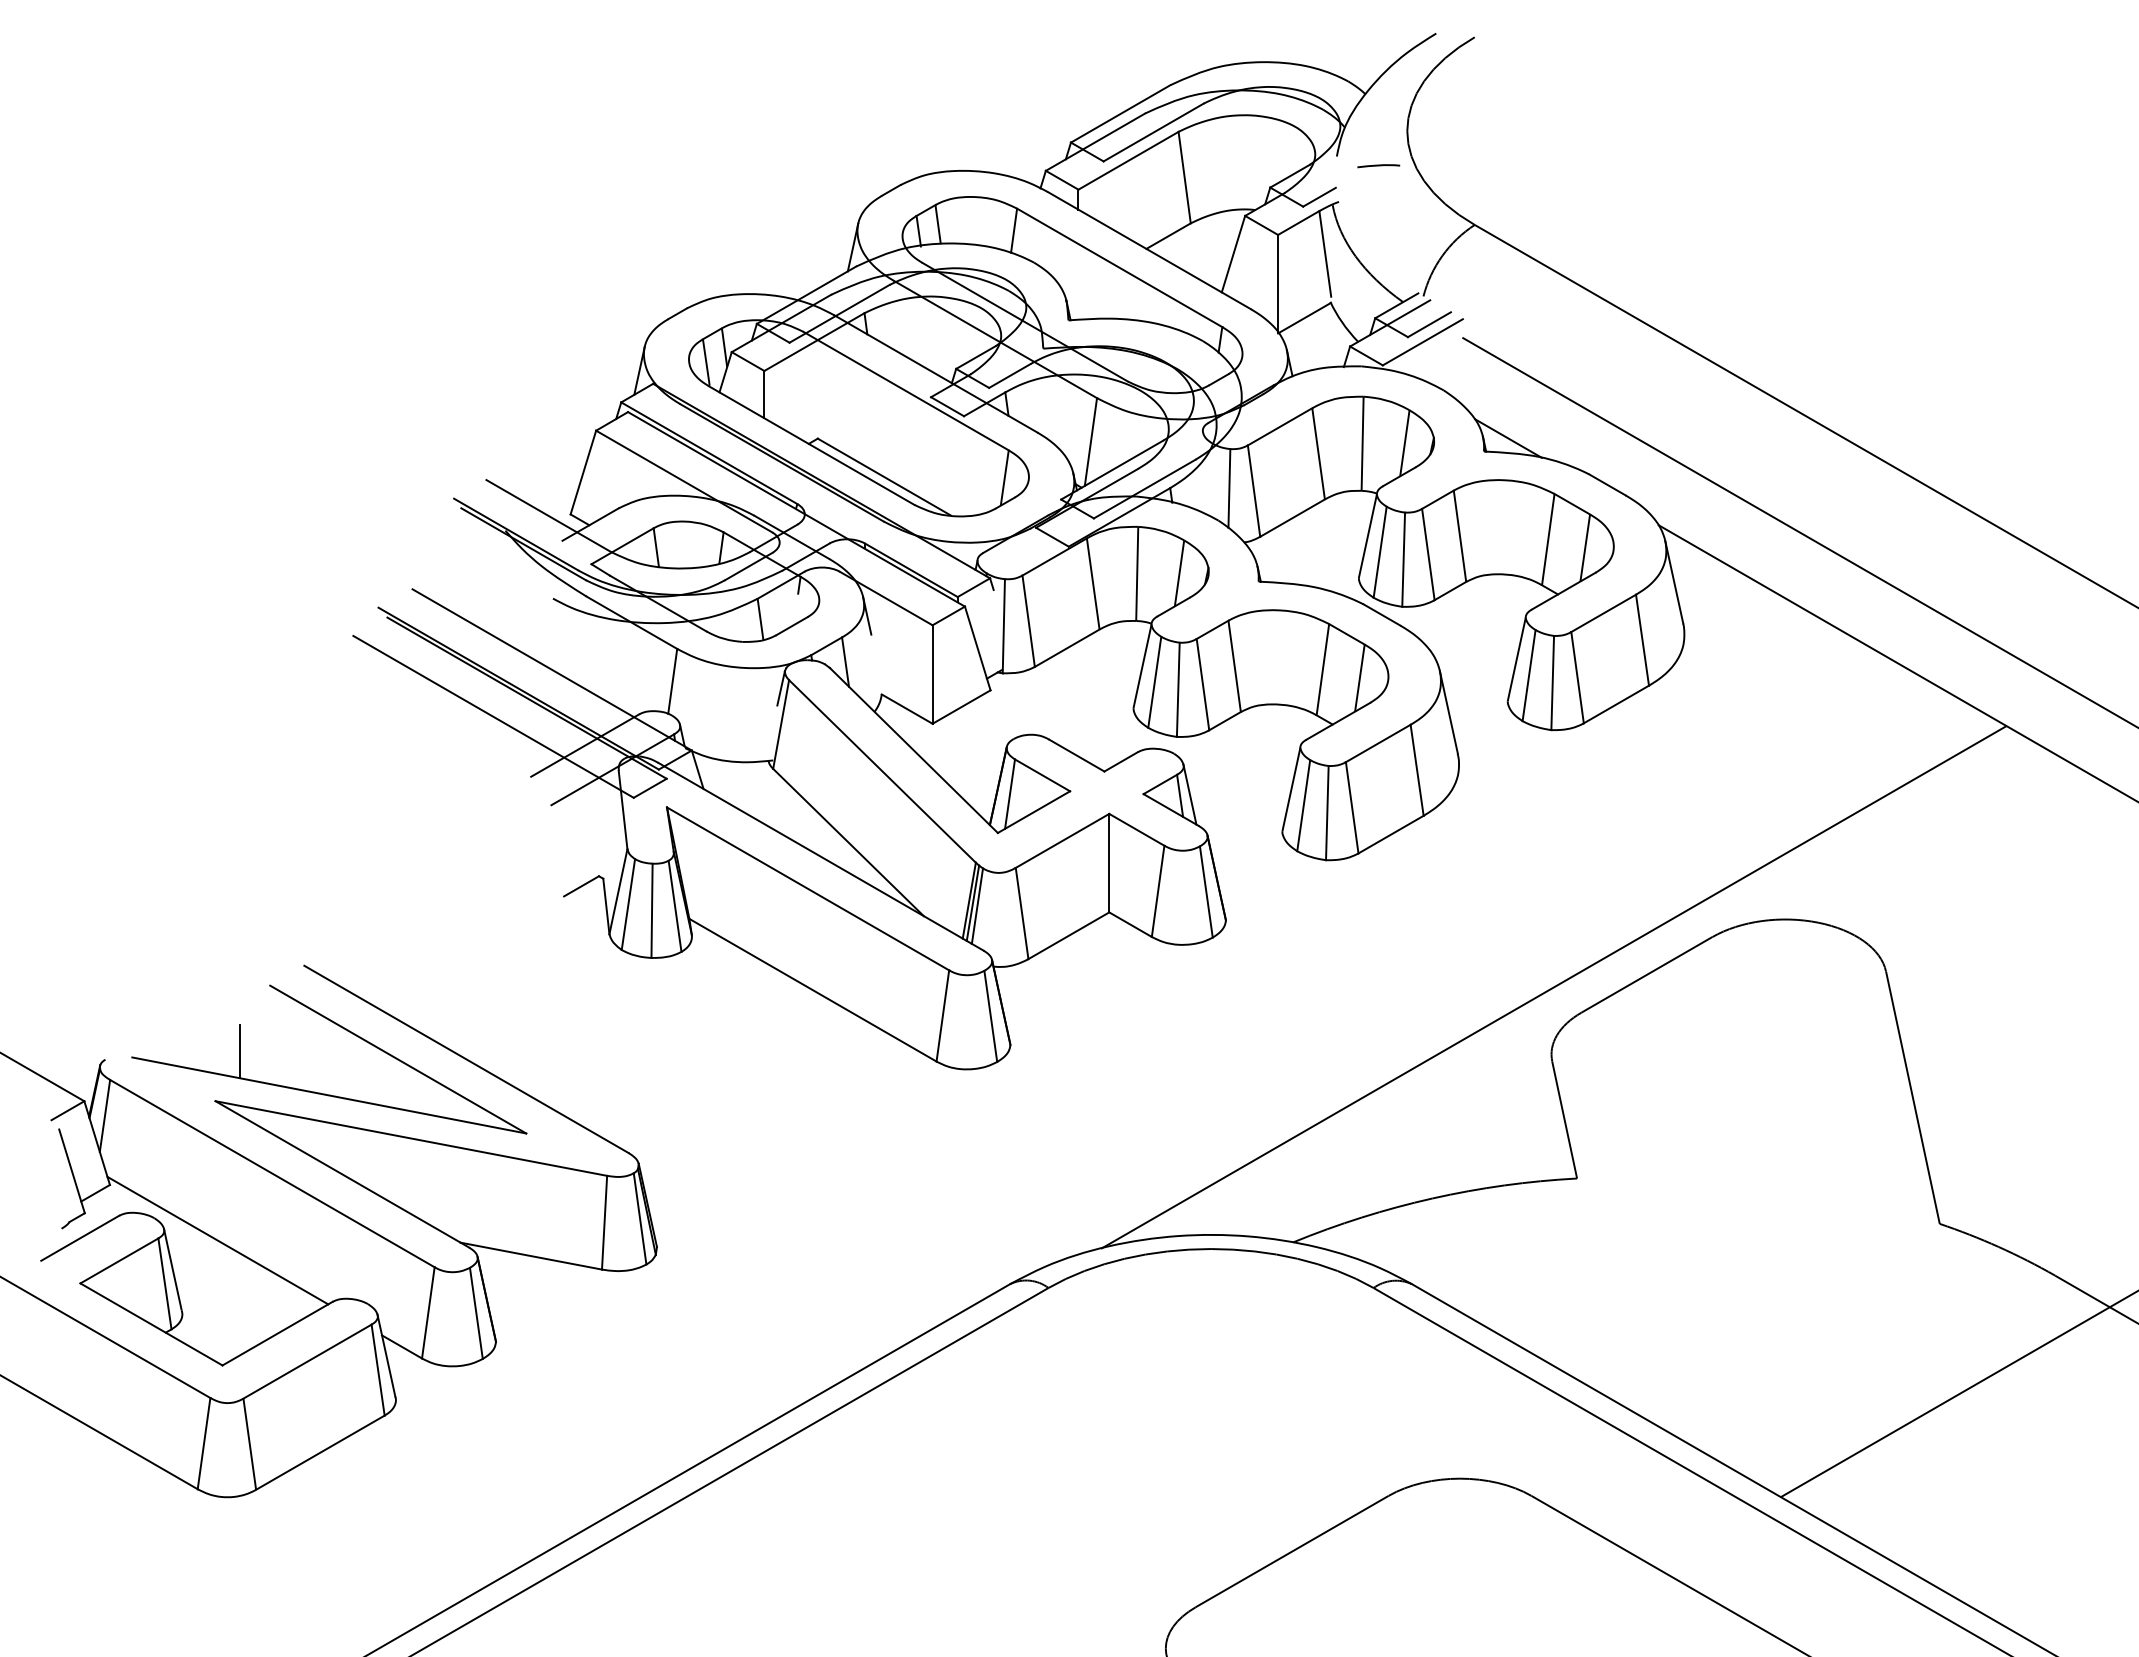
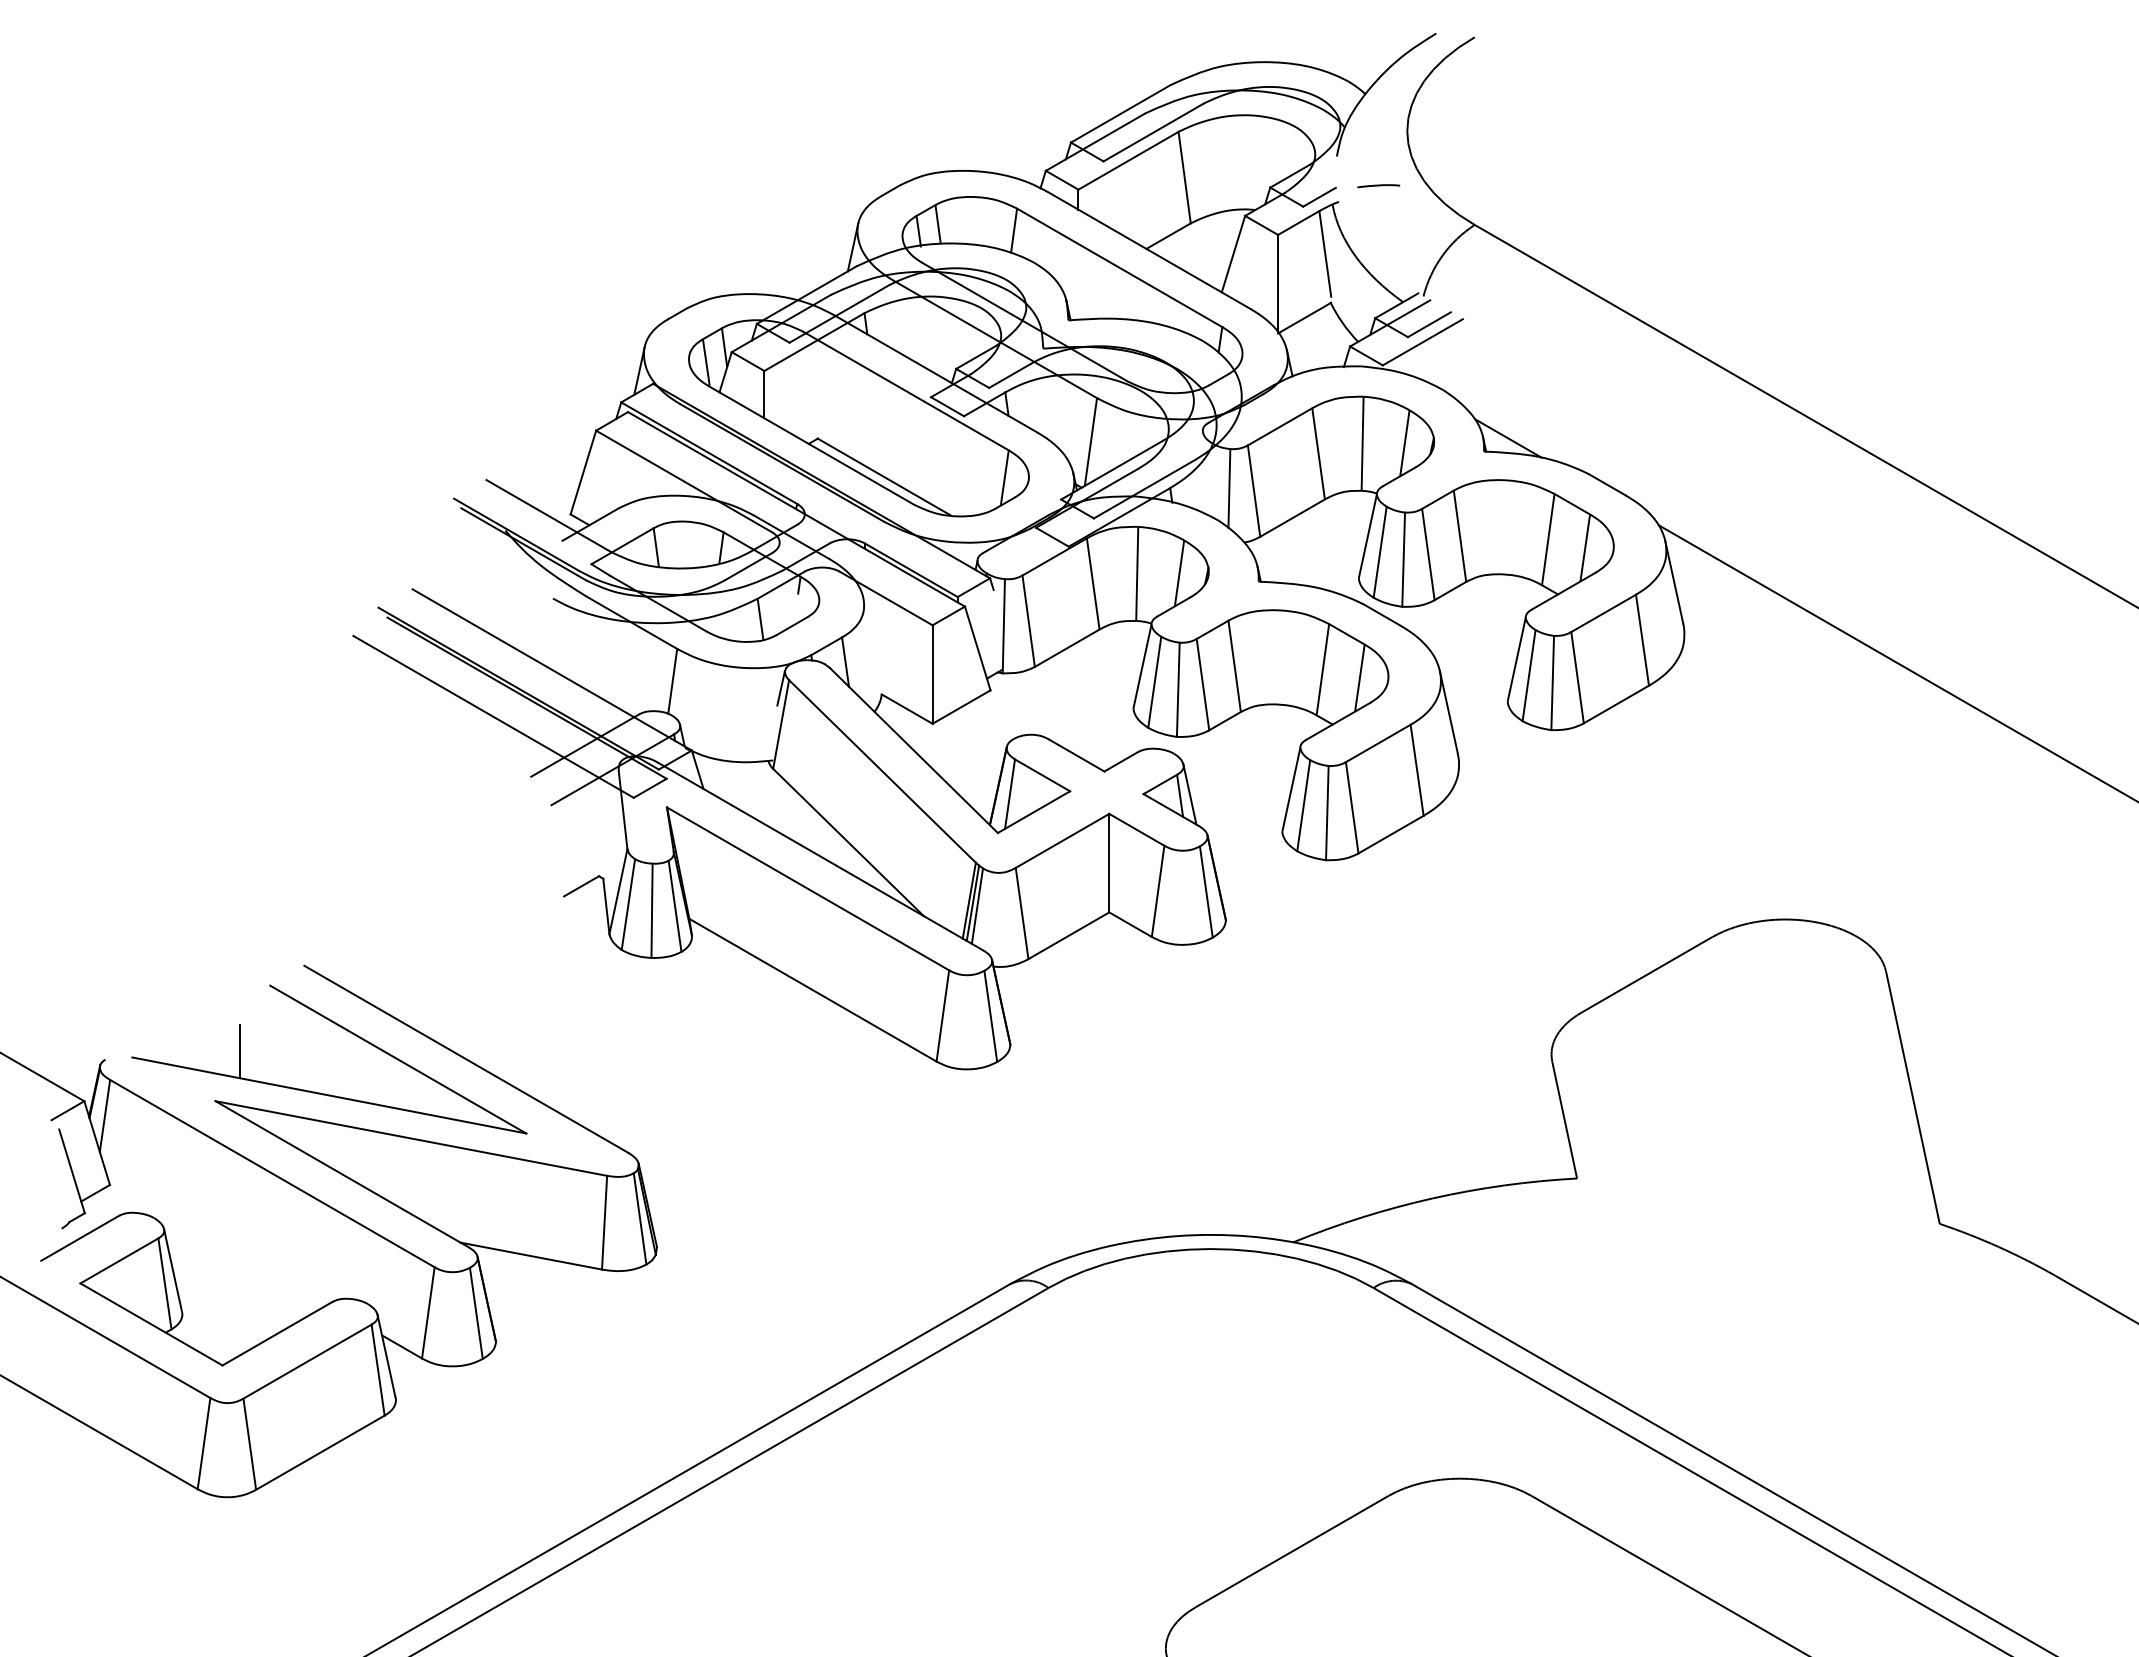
line at (1378, 166) position: (1378, 166) -> (1378, 186)
line at (1798, 531): present -> none
line at (867, 615): present -> none
line at (1553, 987): present -> none
line at (217, 1240): present -> none
line at (1957, 1394): present -> none
